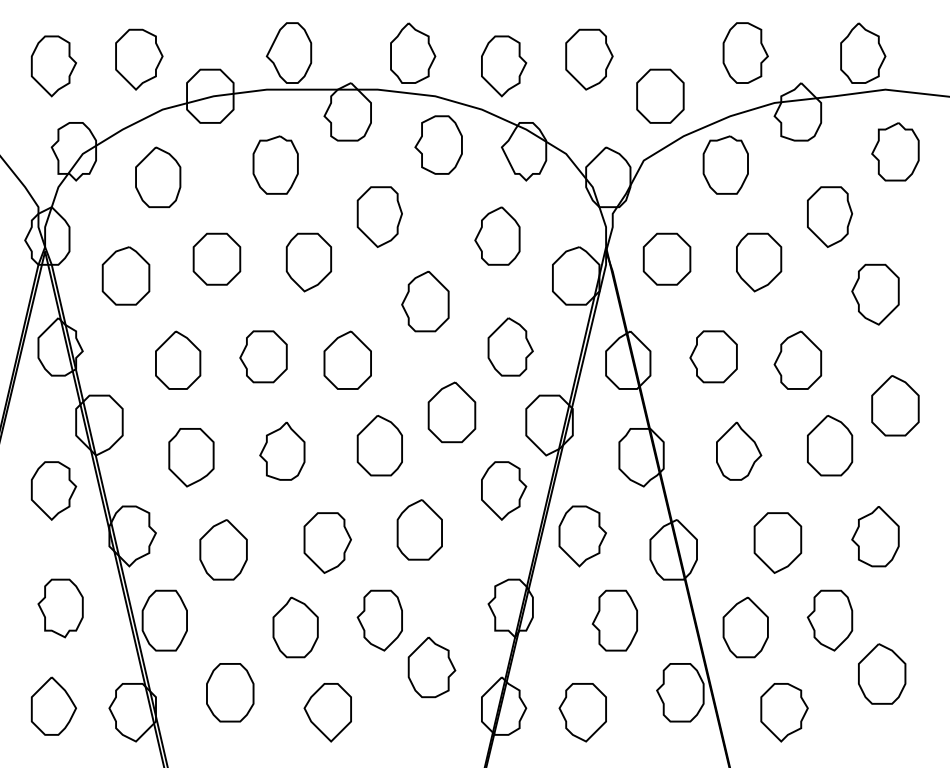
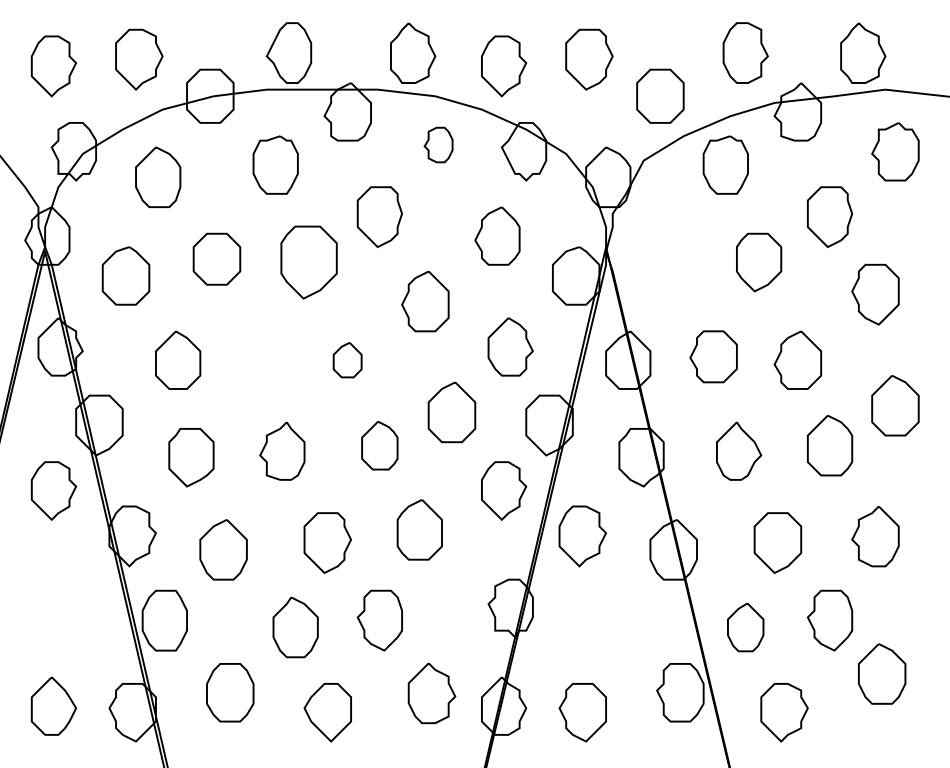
part at (438, 144) size: 49x60 px -> 31x38 px
part at (666, 258): present -> none
part at (308, 262) size: 47x61 px -> 58x75 px
part at (263, 356): present -> none
part at (347, 359) size: 49x60 px -> 31x37 px
part at (379, 445) size: 47x62 px -> 38x50 px
part at (60, 608): present -> none
part at (614, 620): present -> none
part at (745, 627) size: 47x63 px -> 38x51 px
part at (431, 667) position: (431, 667) -> (431, 693)
